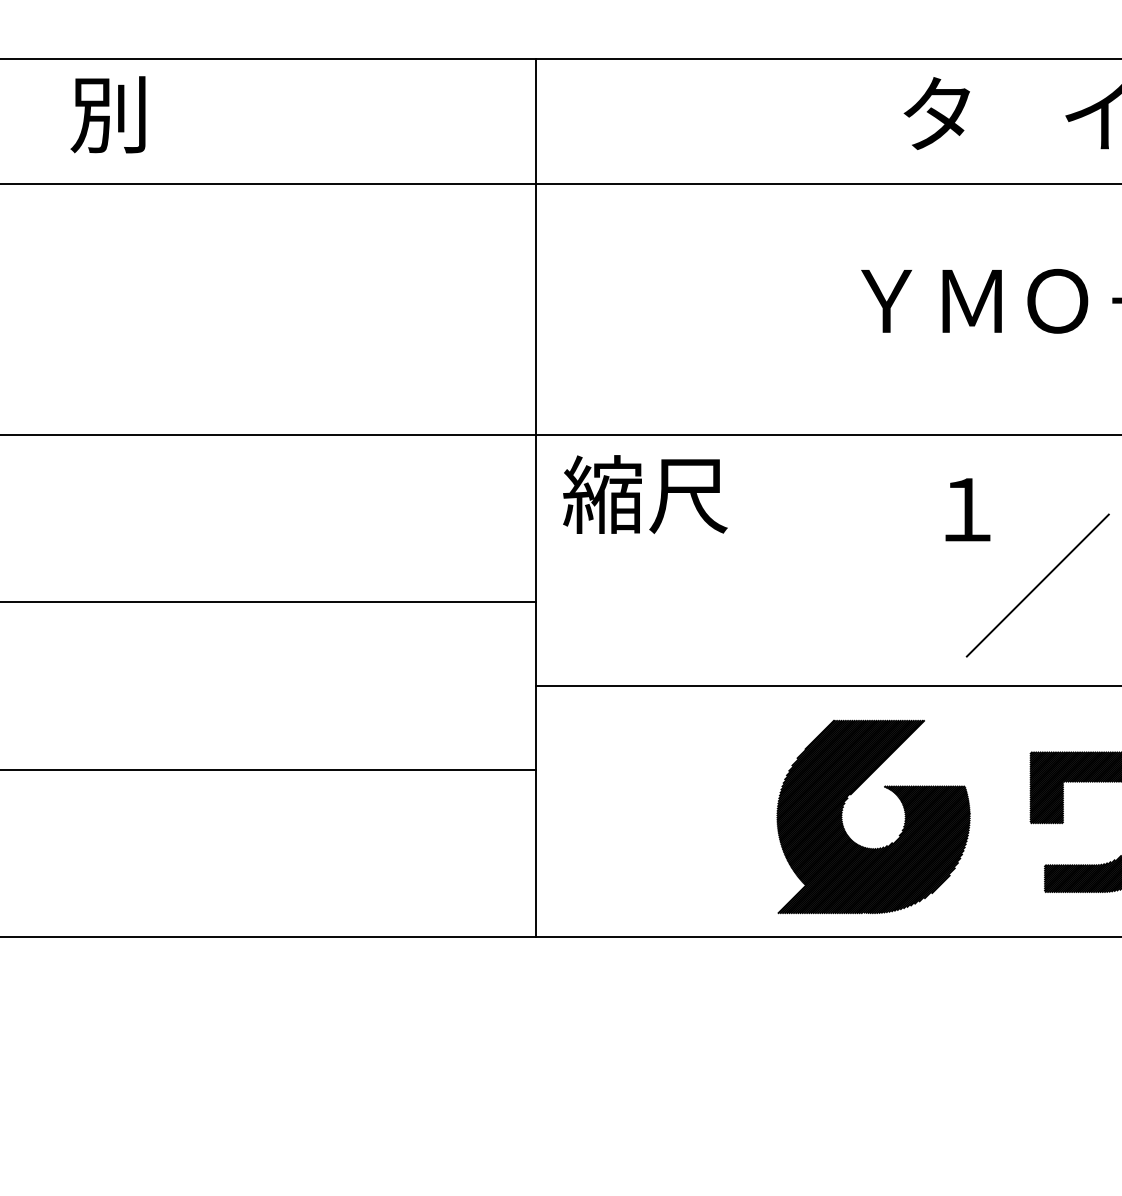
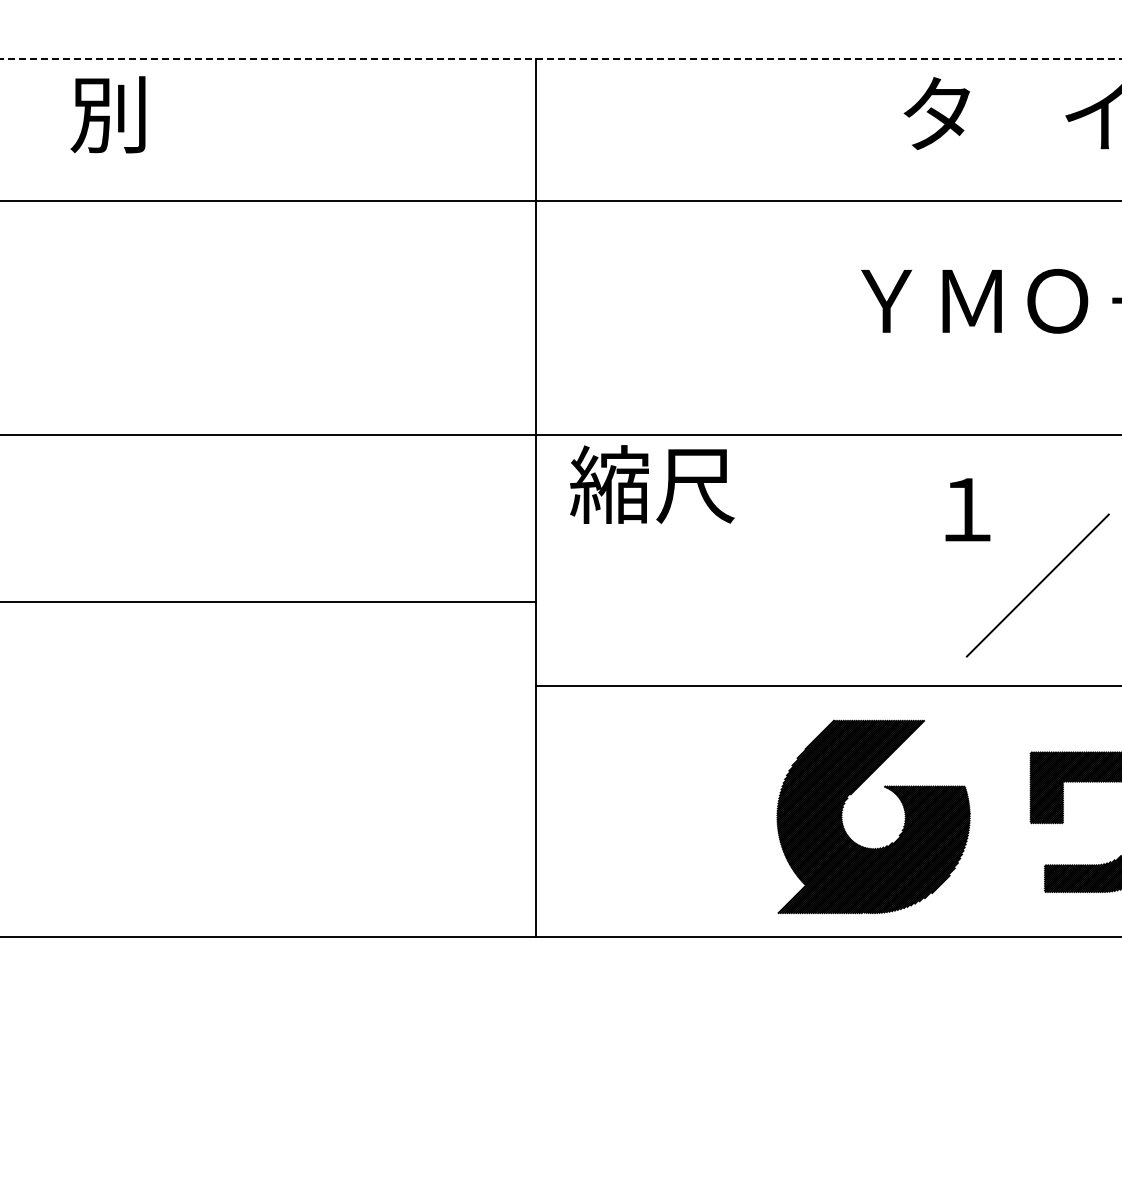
line at (561, 58): solid -> dashed
line at (560, 184) position: (560, 184) -> (560, 201)
text at (645, 494) position: (645, 494) -> (652, 484)
line at (269, 769): present -> none
